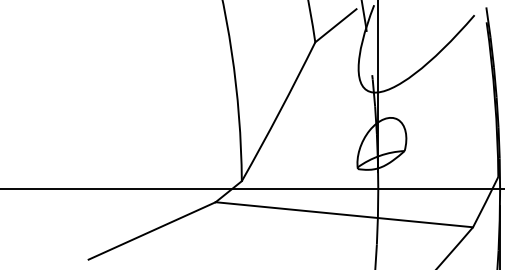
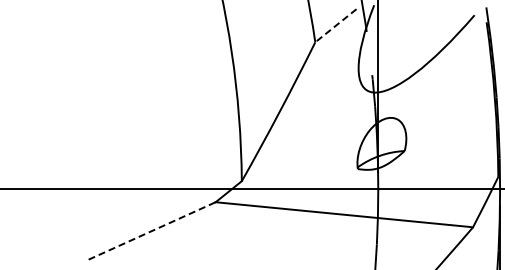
line at (335, 26): solid -> dashed
line at (152, 230): solid -> dashed
